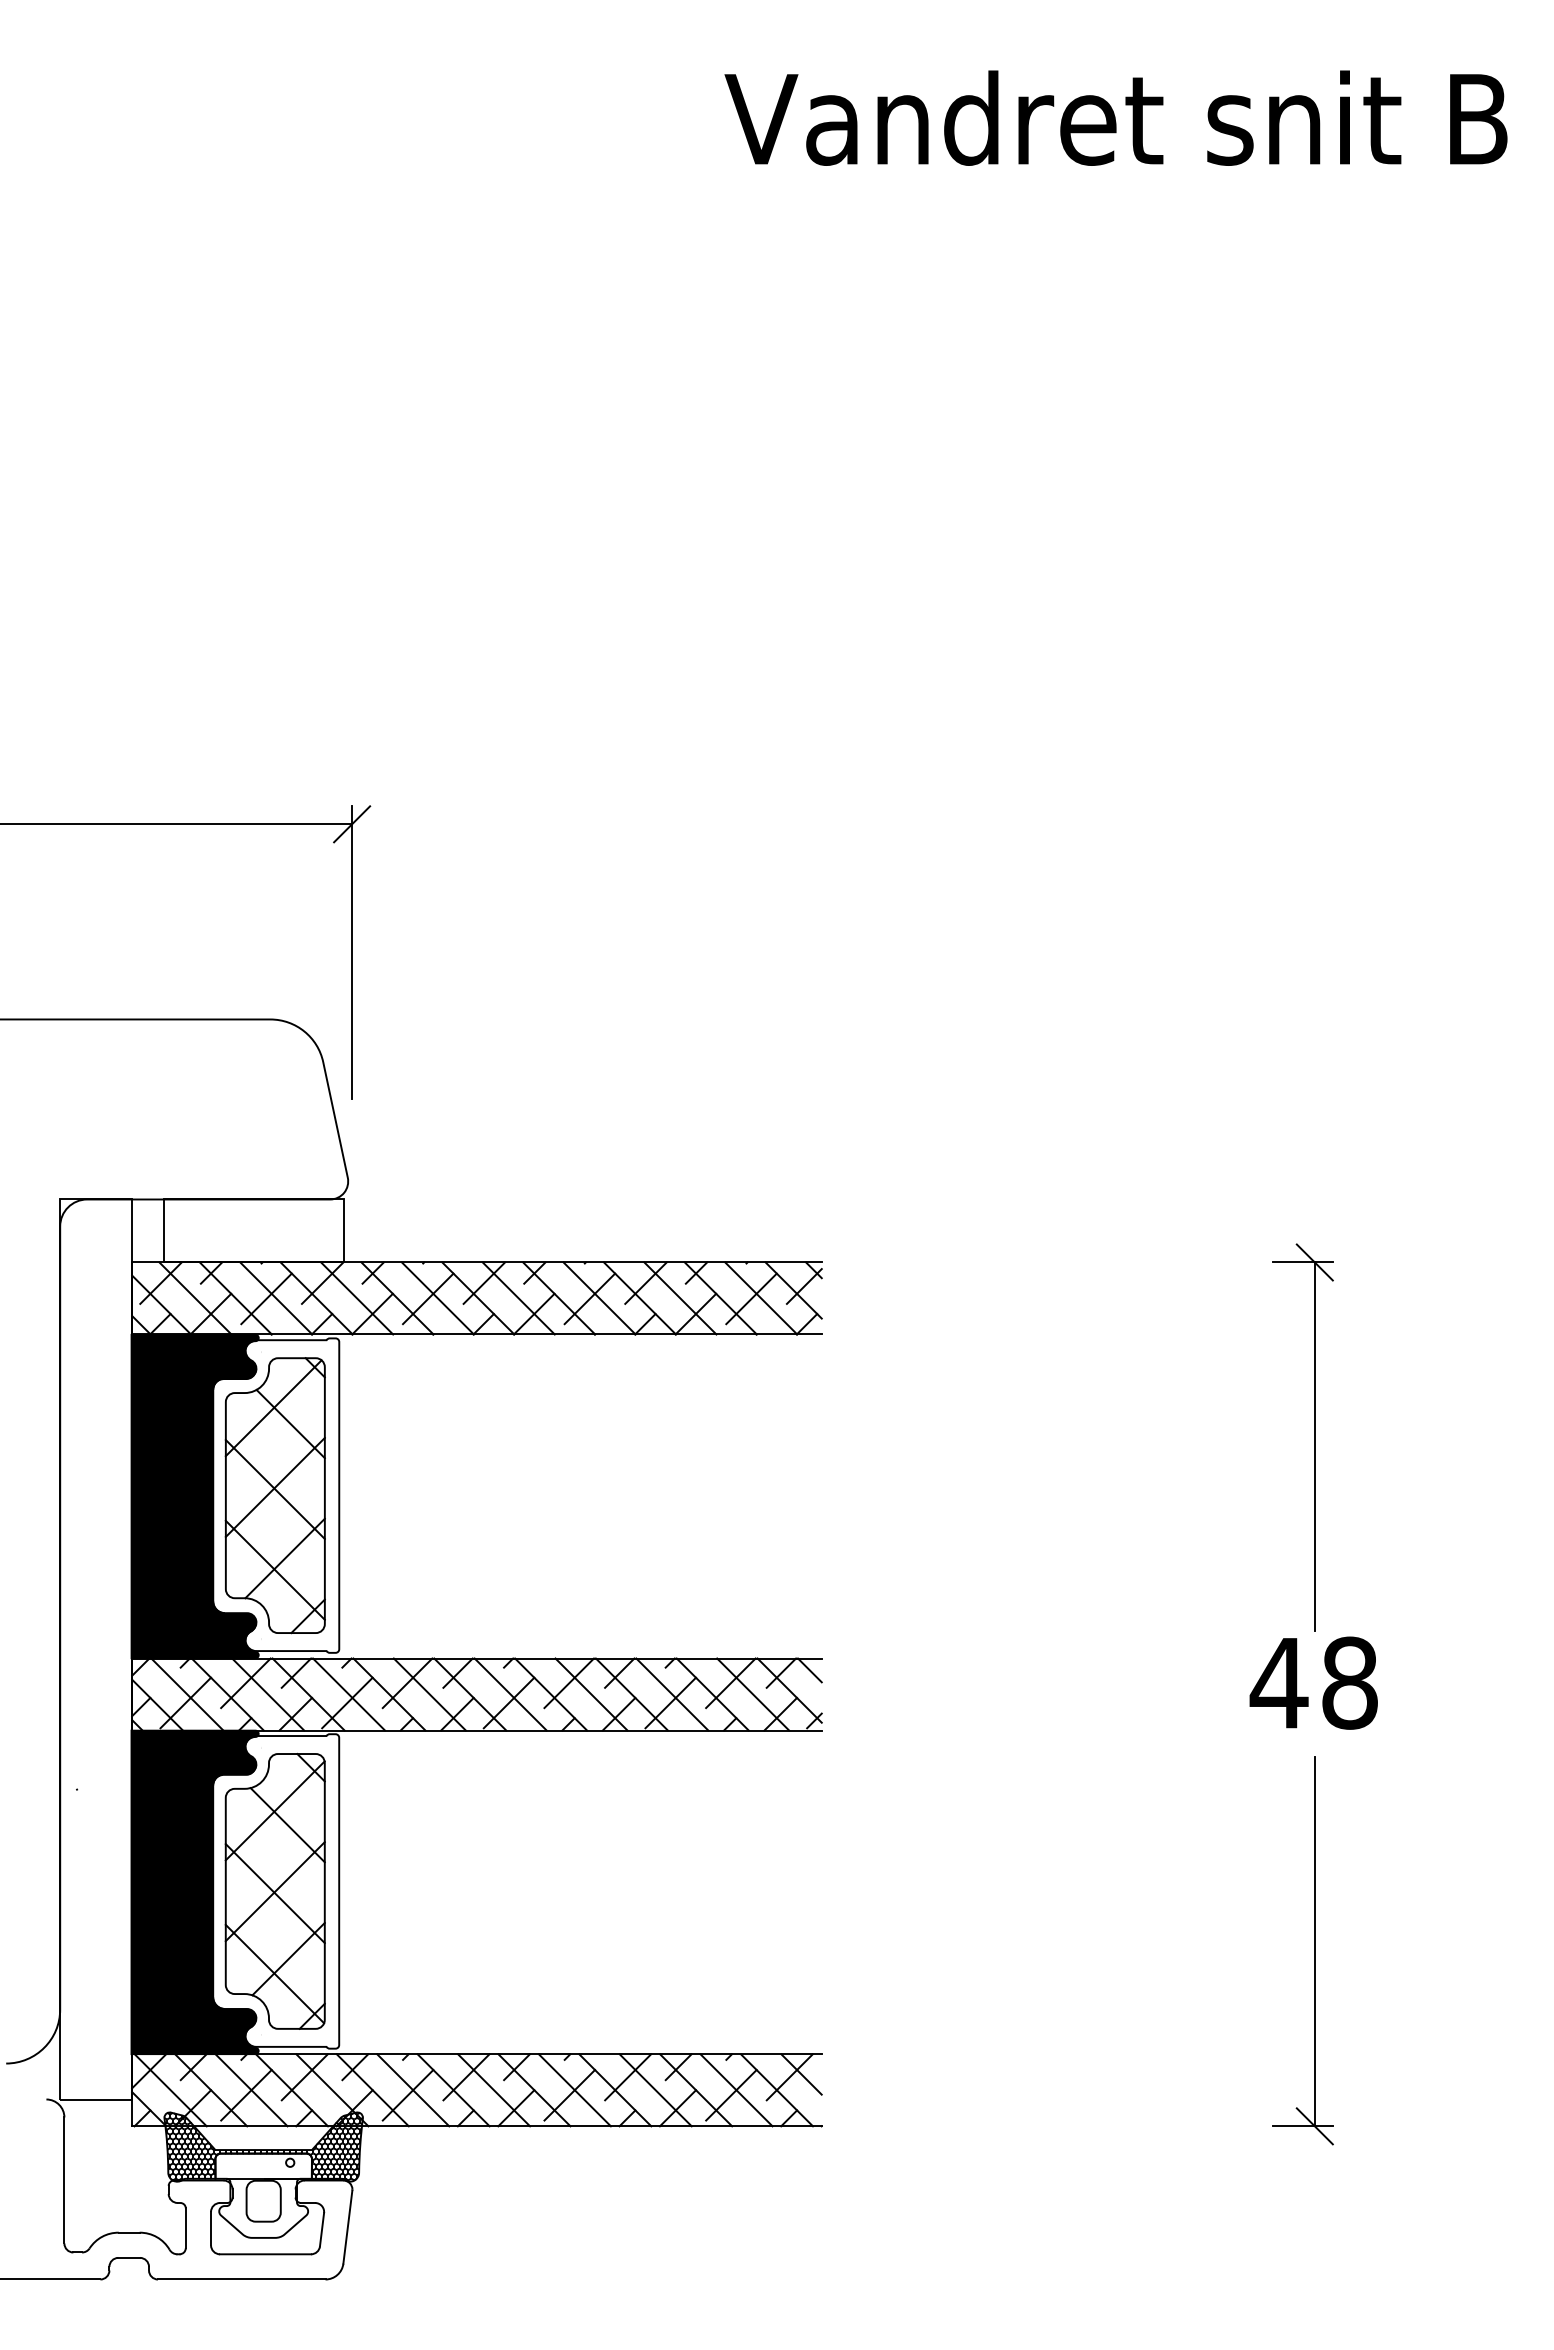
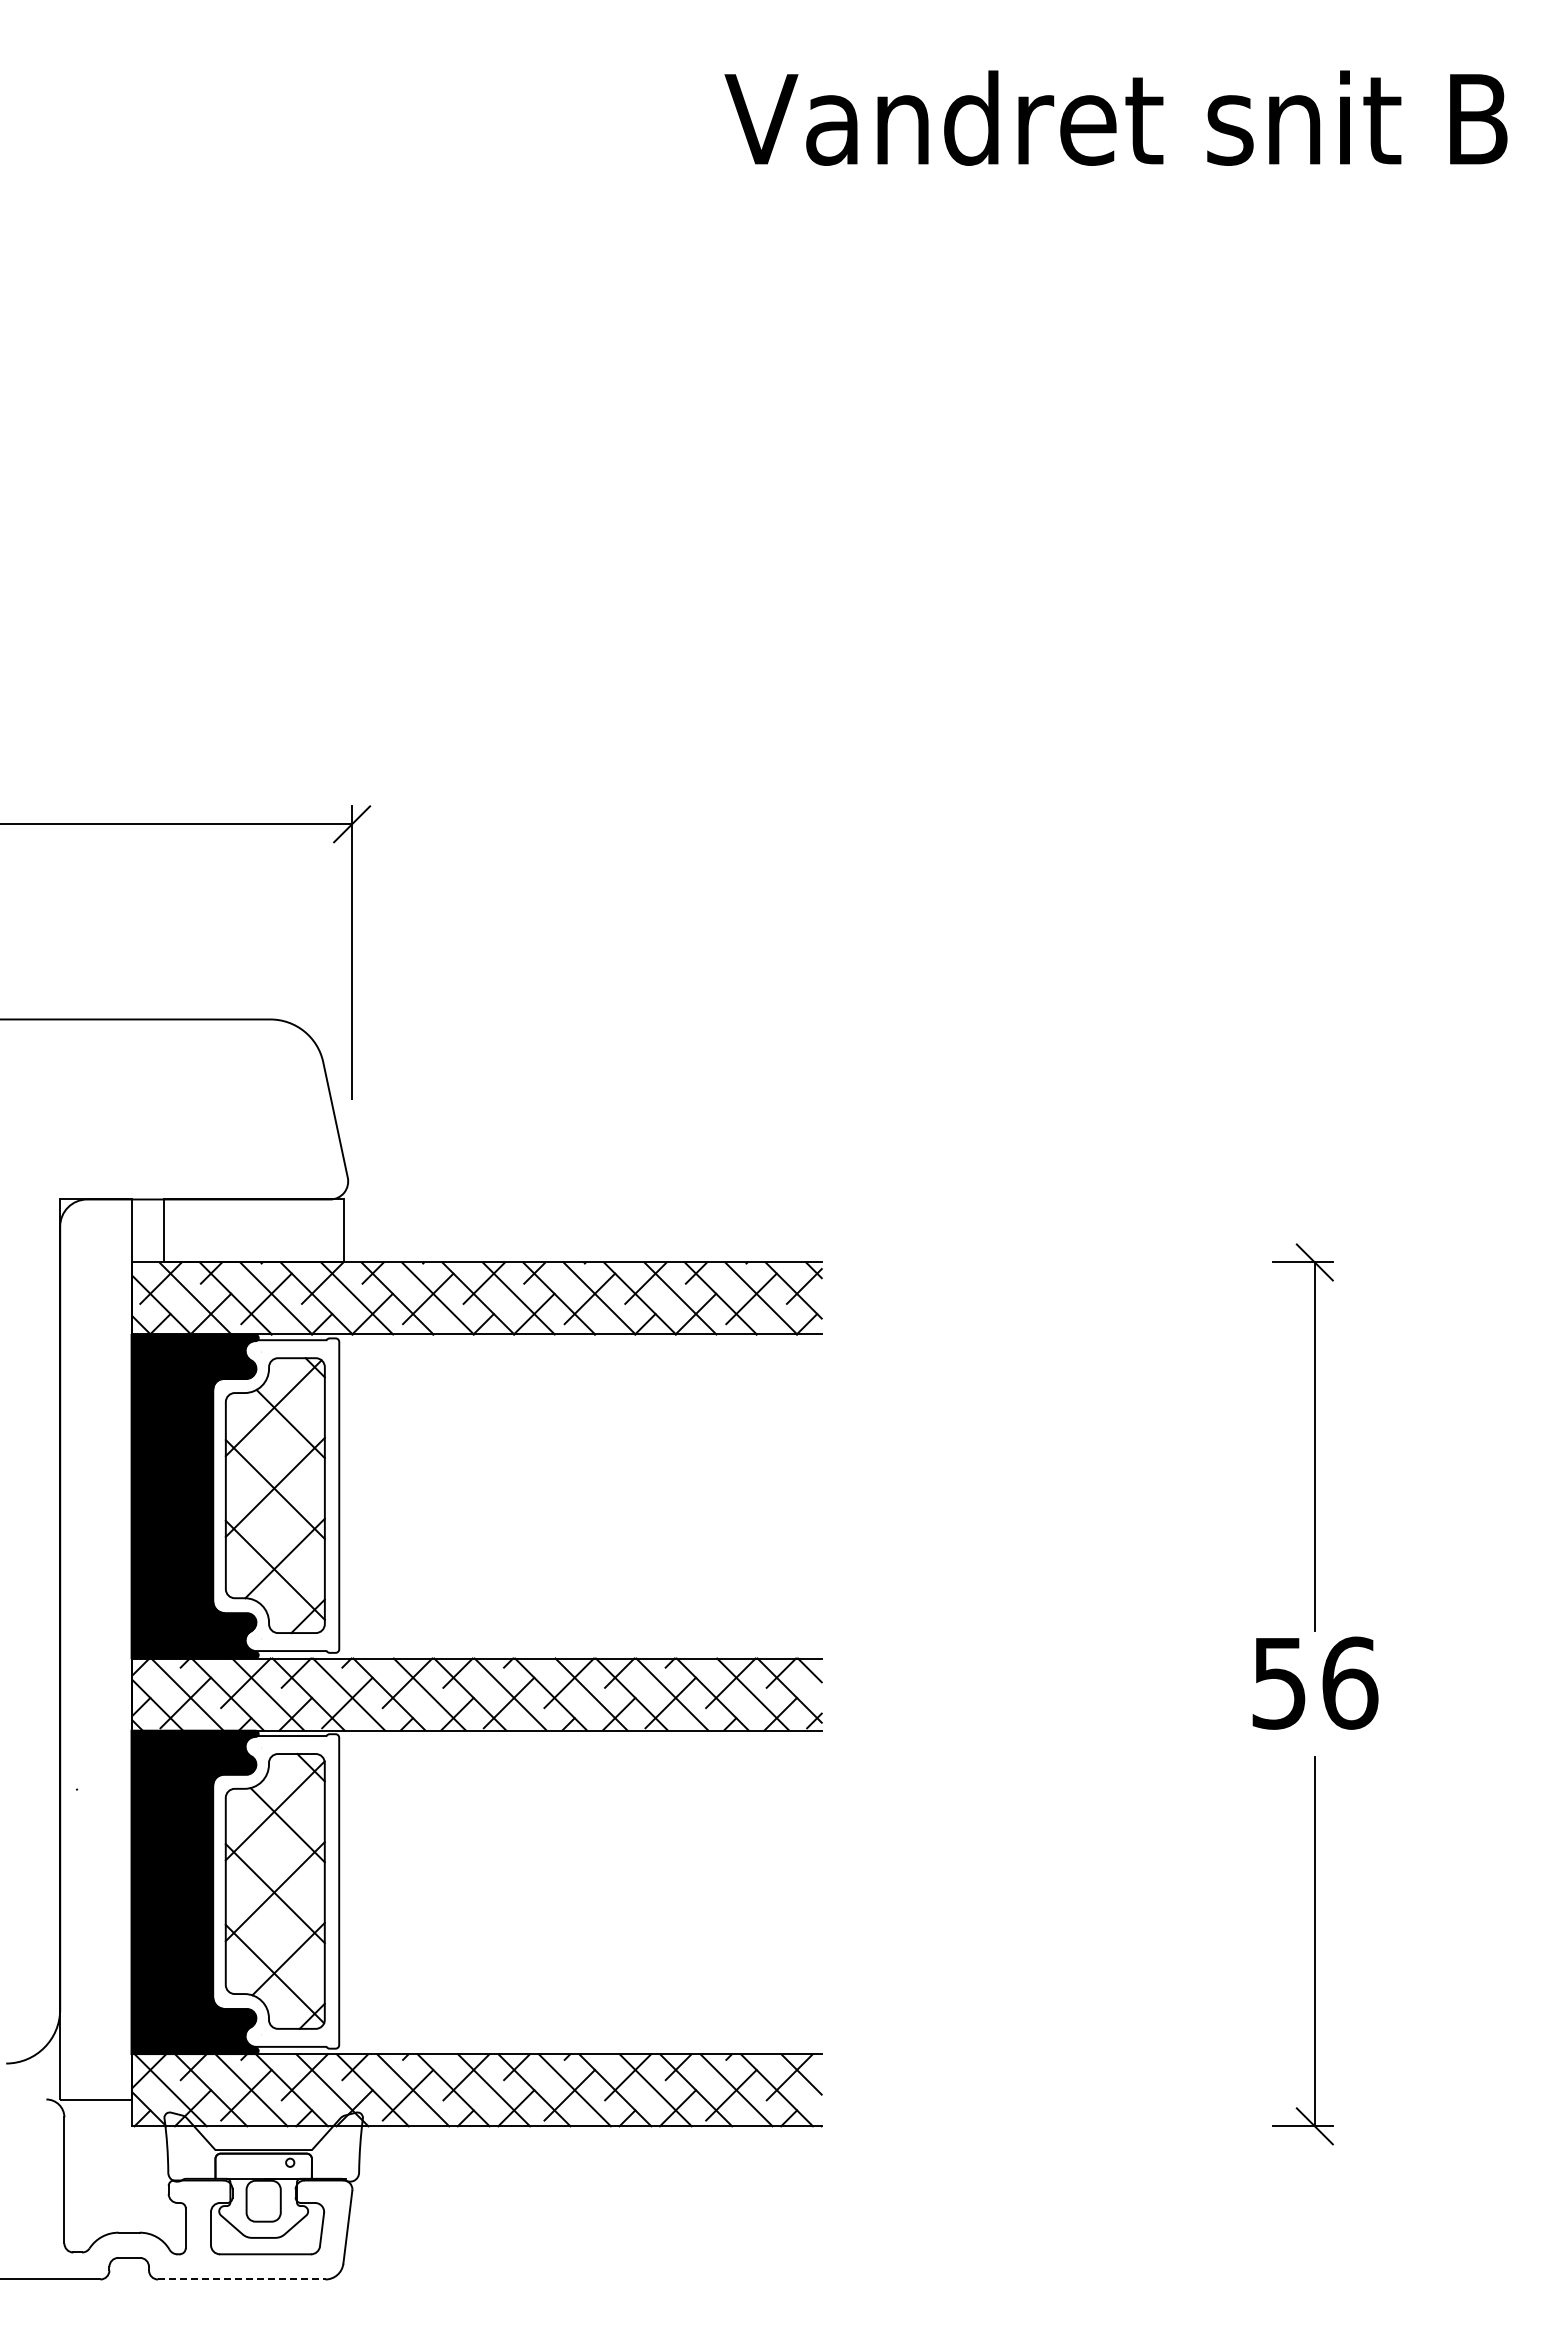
text at (1313, 1682): 48 -> 56
hatch at (263, 2146): present -> none
line at (241, 2279): solid -> dashed
